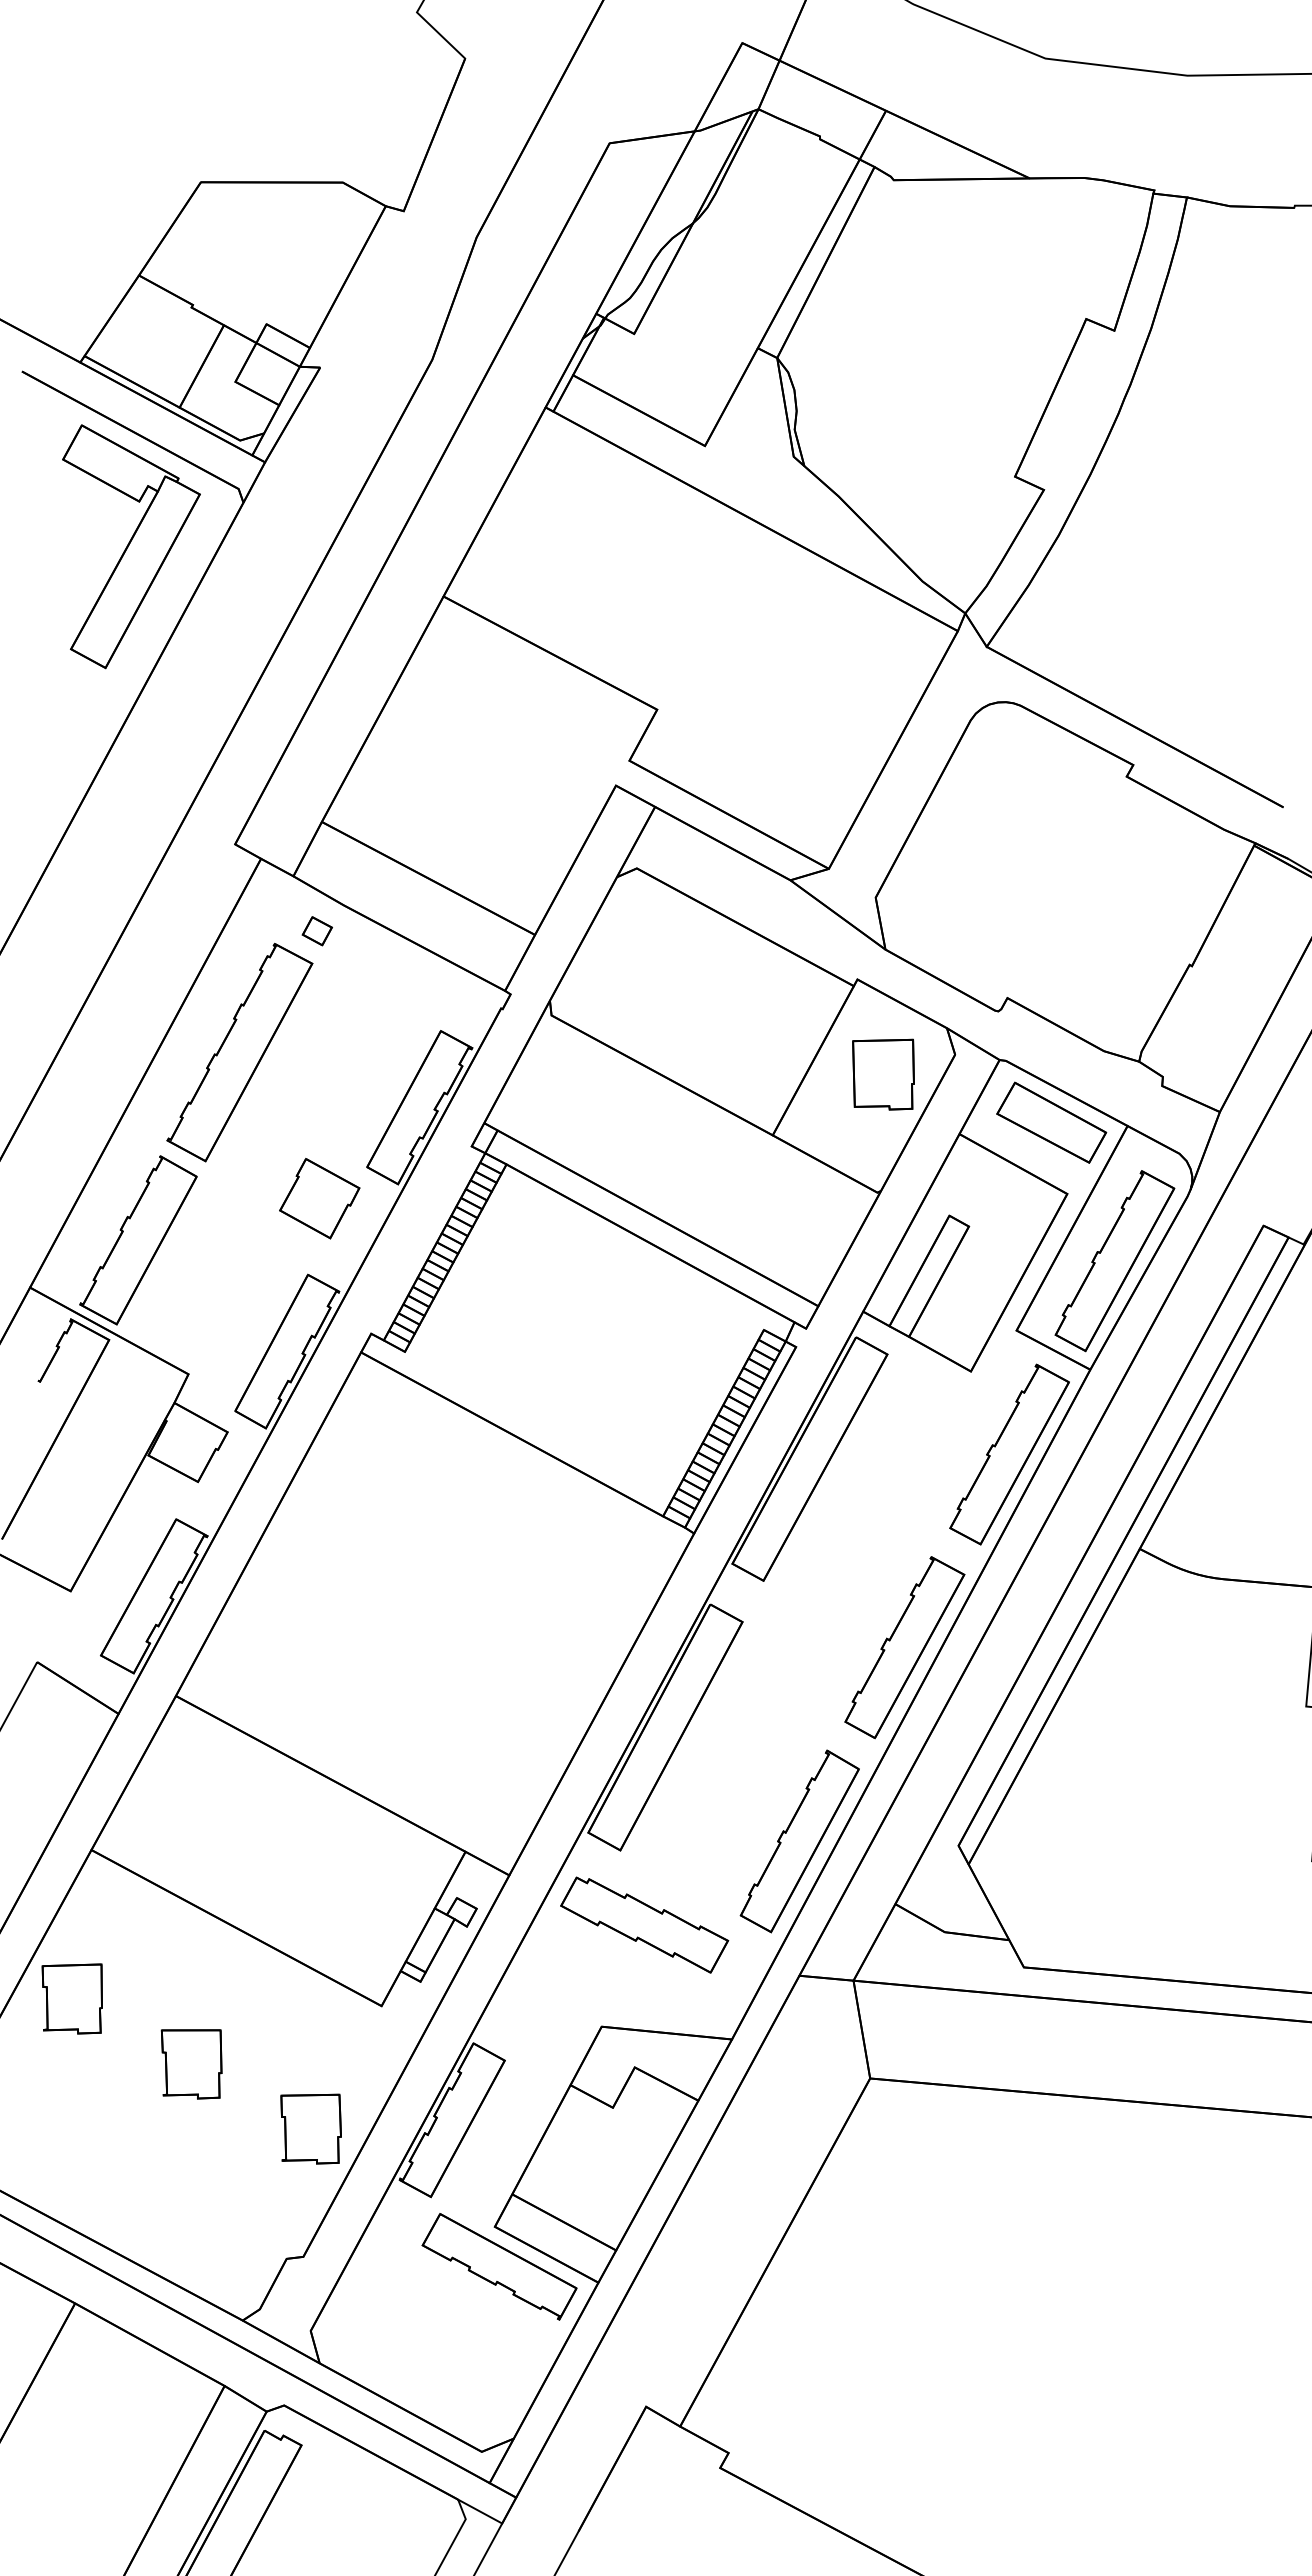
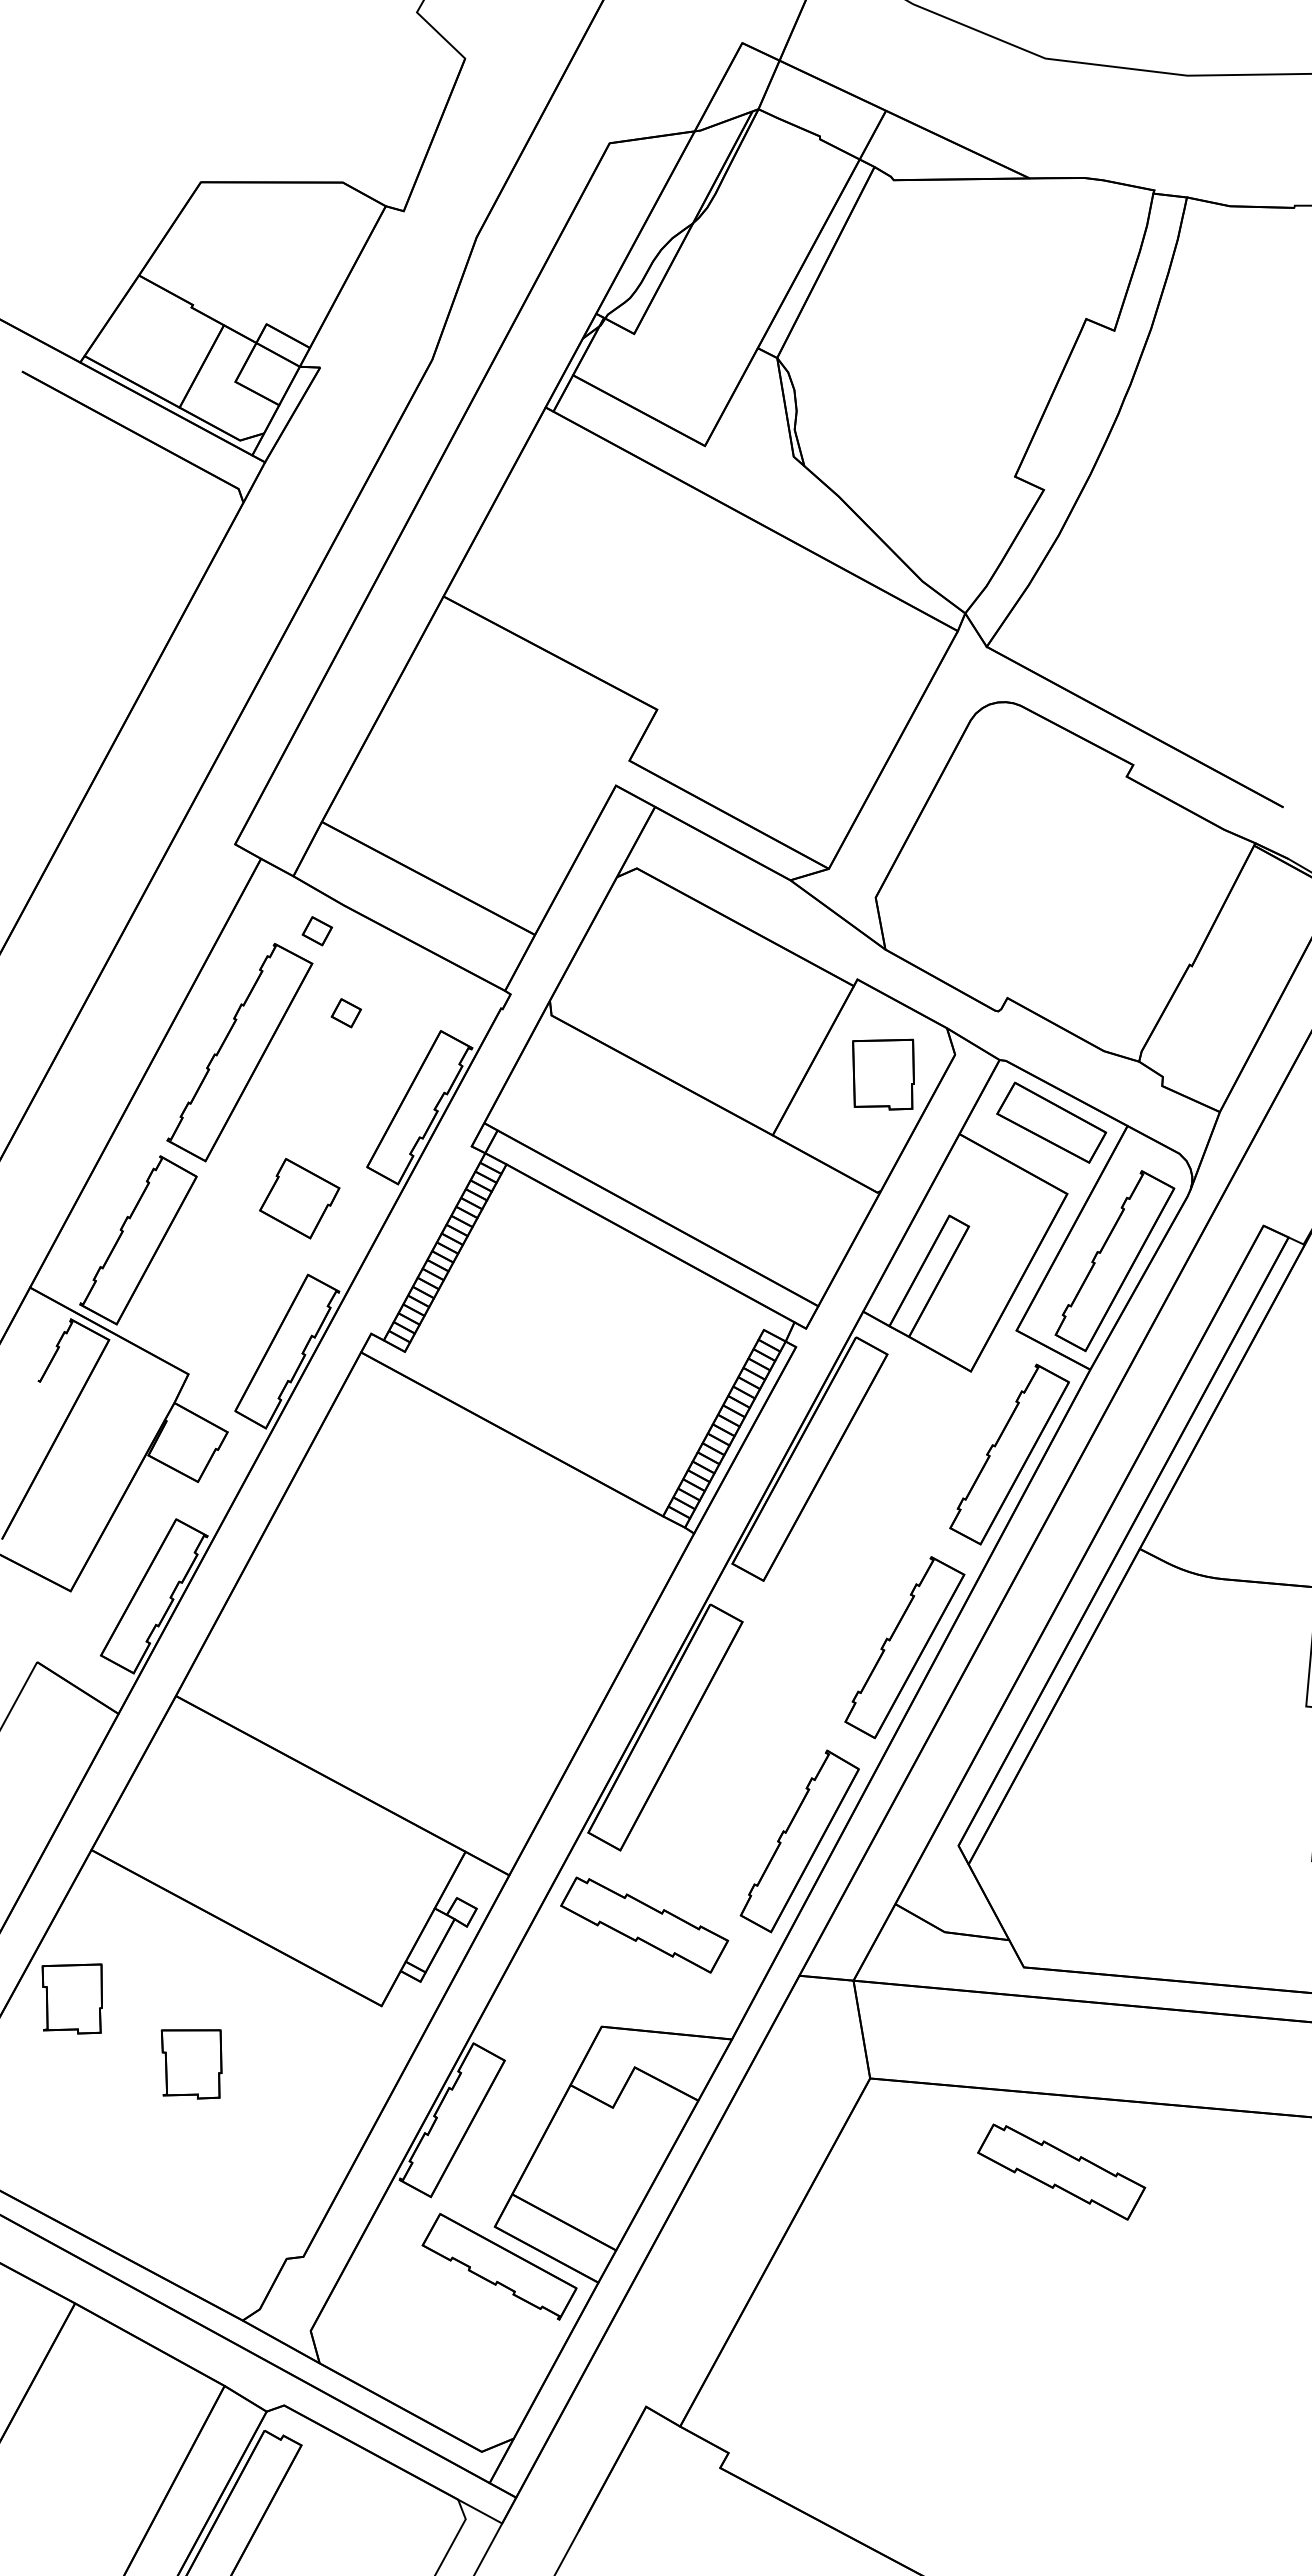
part at (131, 546): present -> none
part at (345, 1013): none -> present
part at (319, 1198) position: (319, 1198) -> (299, 1198)
part at (310, 2128): present -> none
part at (1061, 2171): none -> present
